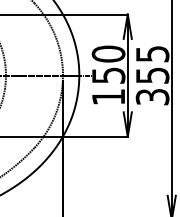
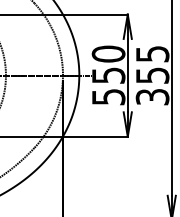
text at (108, 97): 150 -> 550
